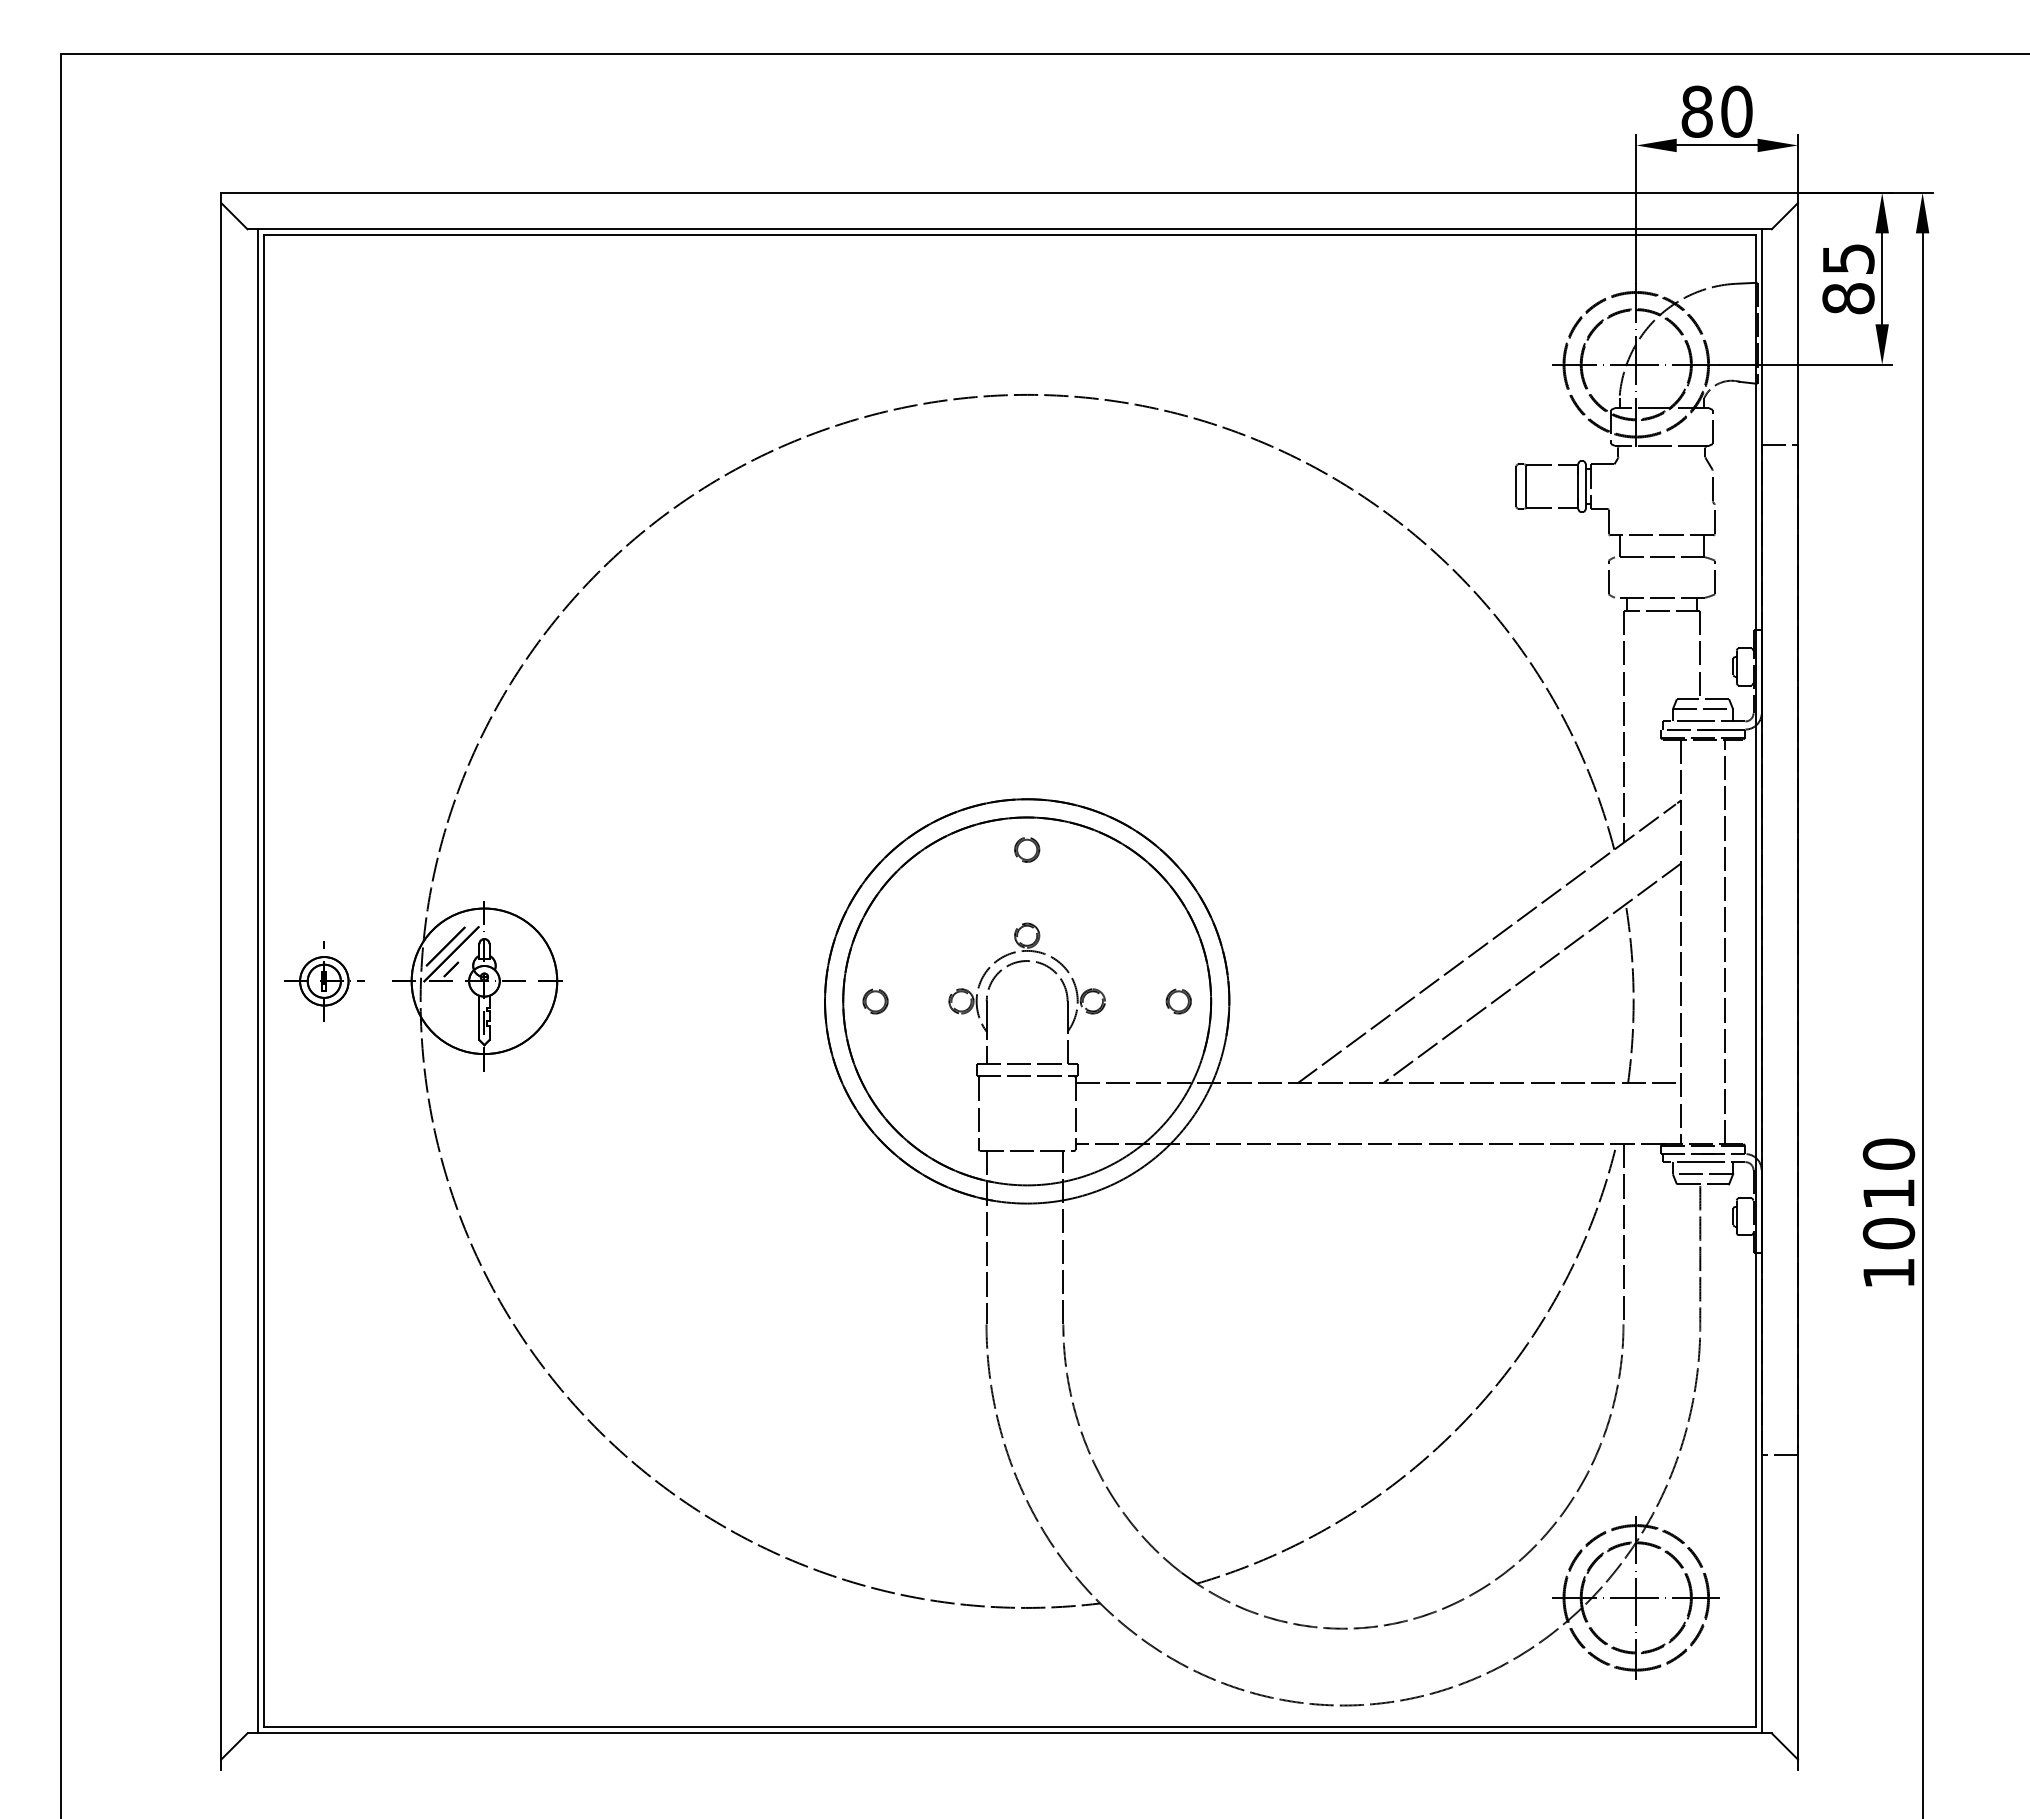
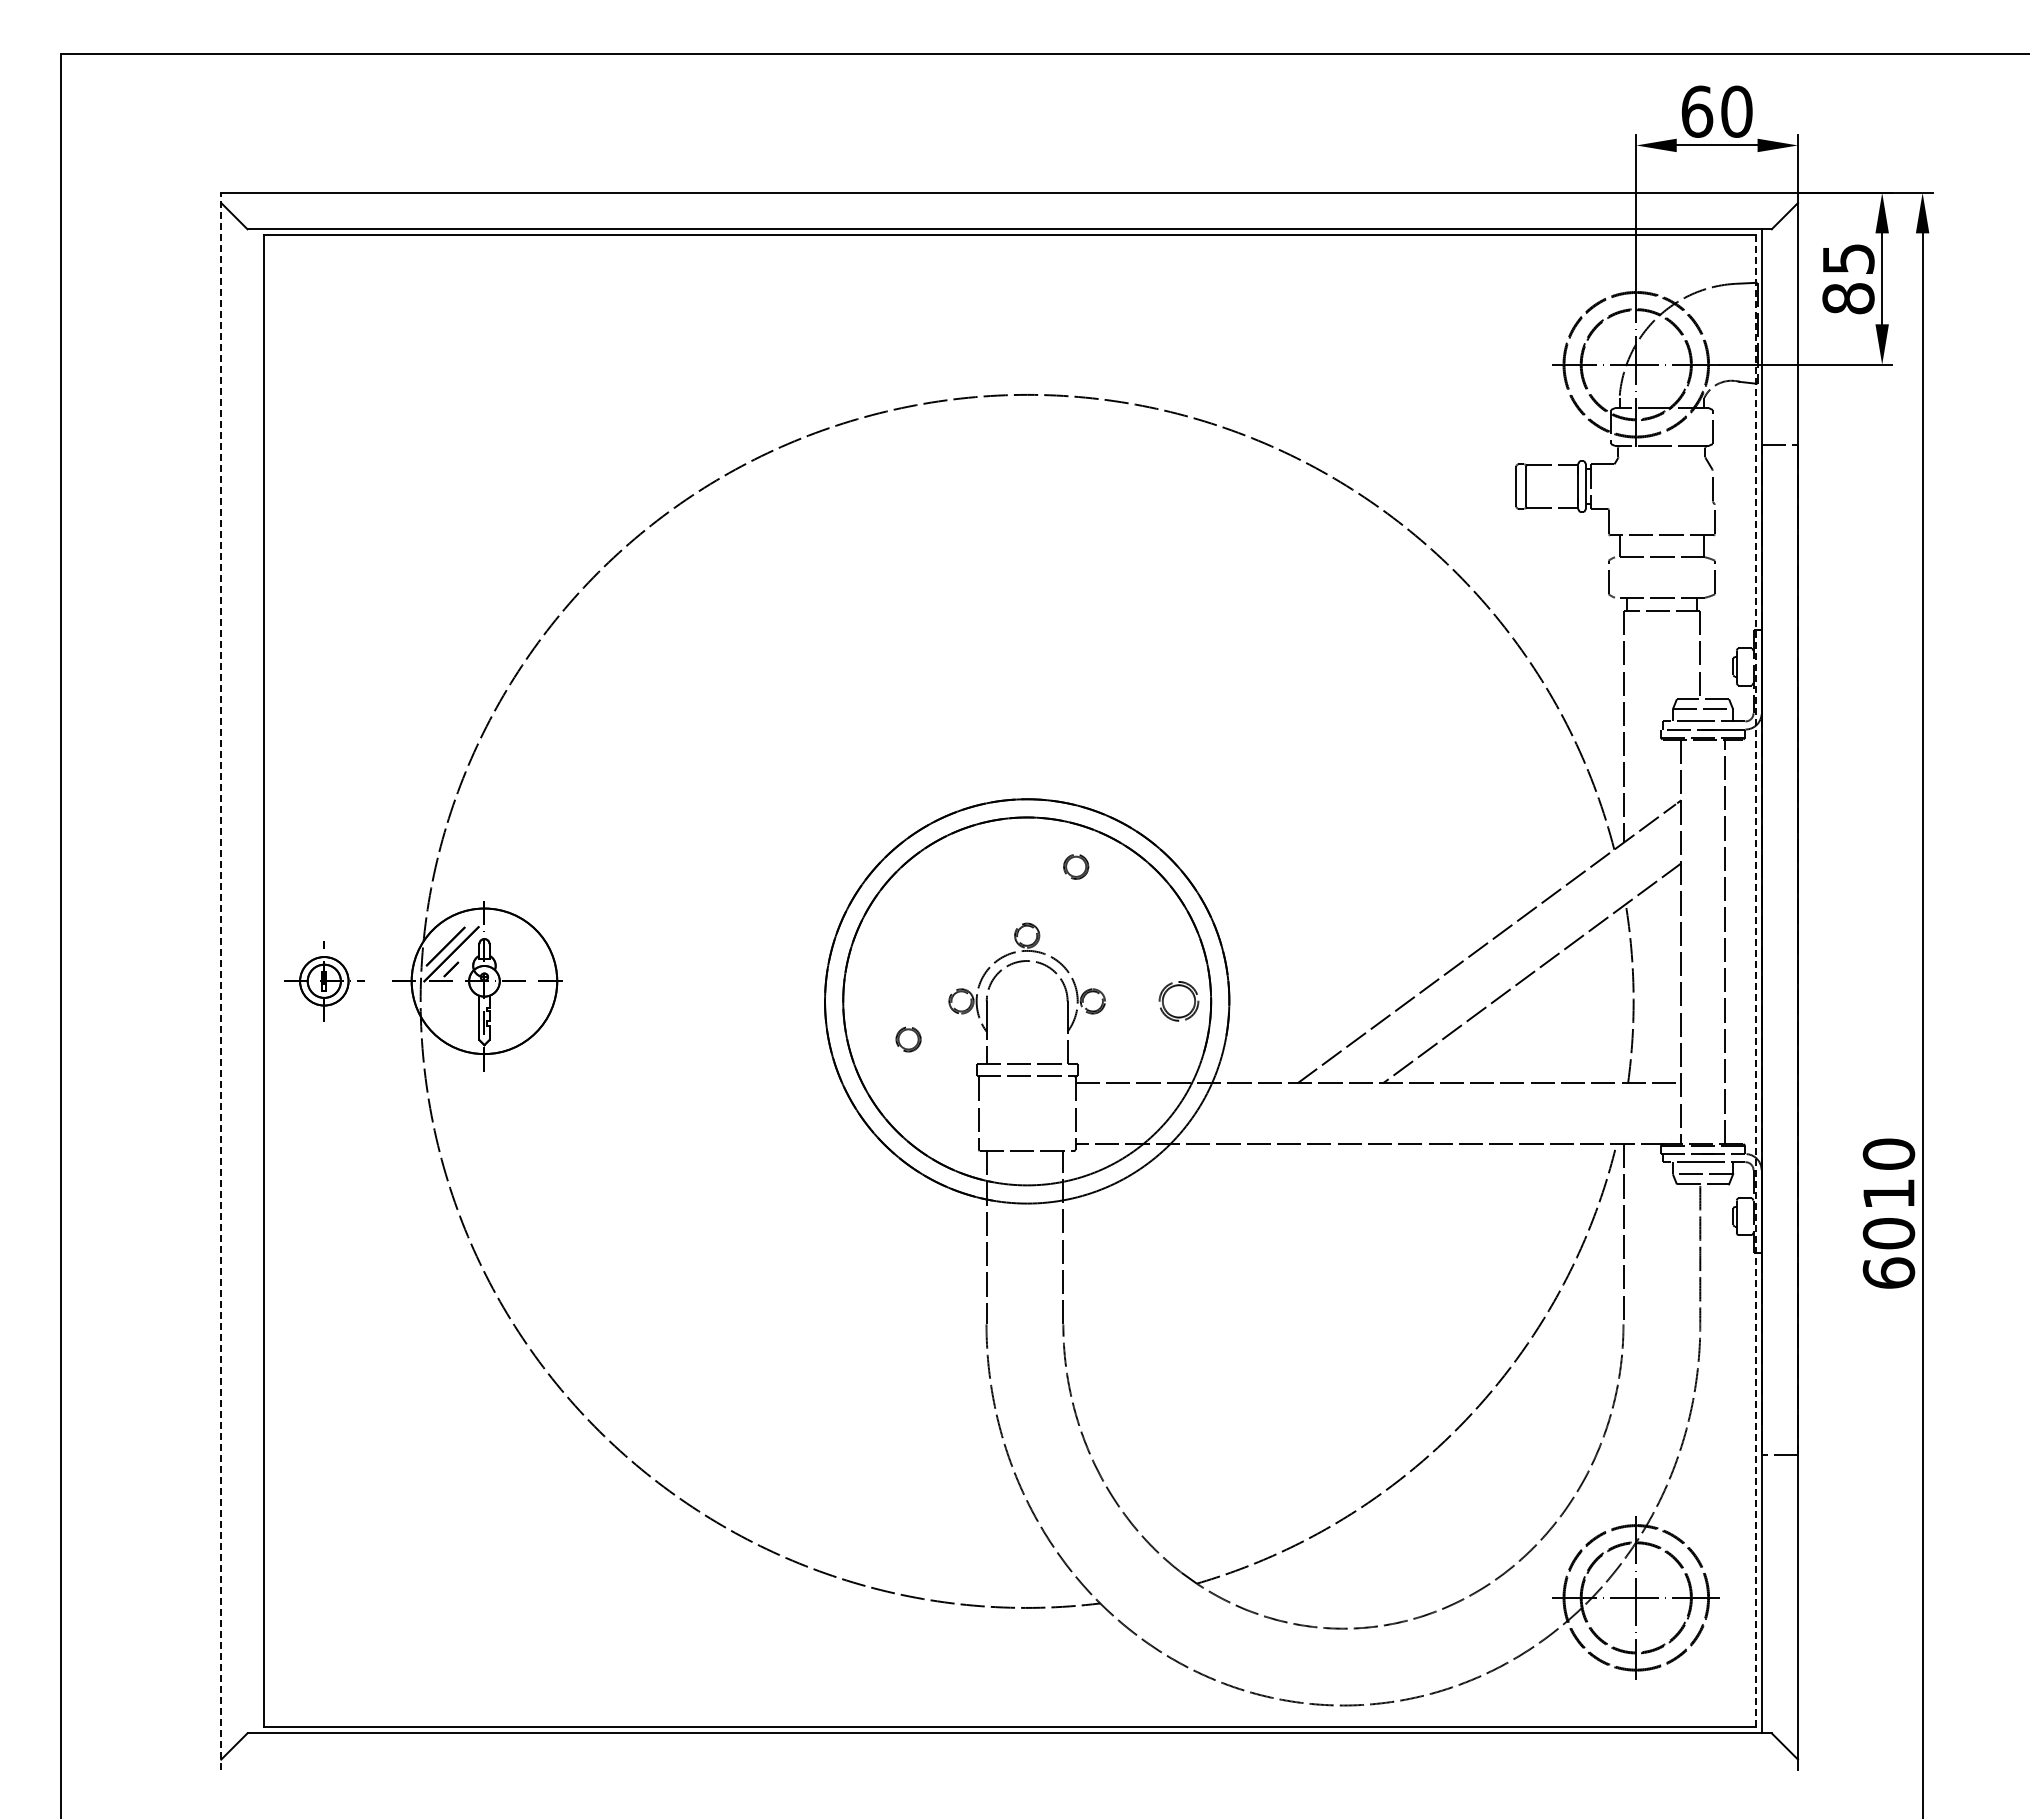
text at (1697, 111): 80 -> 60
part at (1027, 849) position: (1027, 849) -> (1076, 866)
line at (221, 980): solid -> dashed
line at (257, 981): present -> none
line at (1755, 981): solid -> dashed
part at (875, 1001) position: (875, 1001) -> (908, 1039)
part at (1178, 1001) size: 27x27 px -> 42x41 px
text at (1888, 1272): 1010 -> 6010
